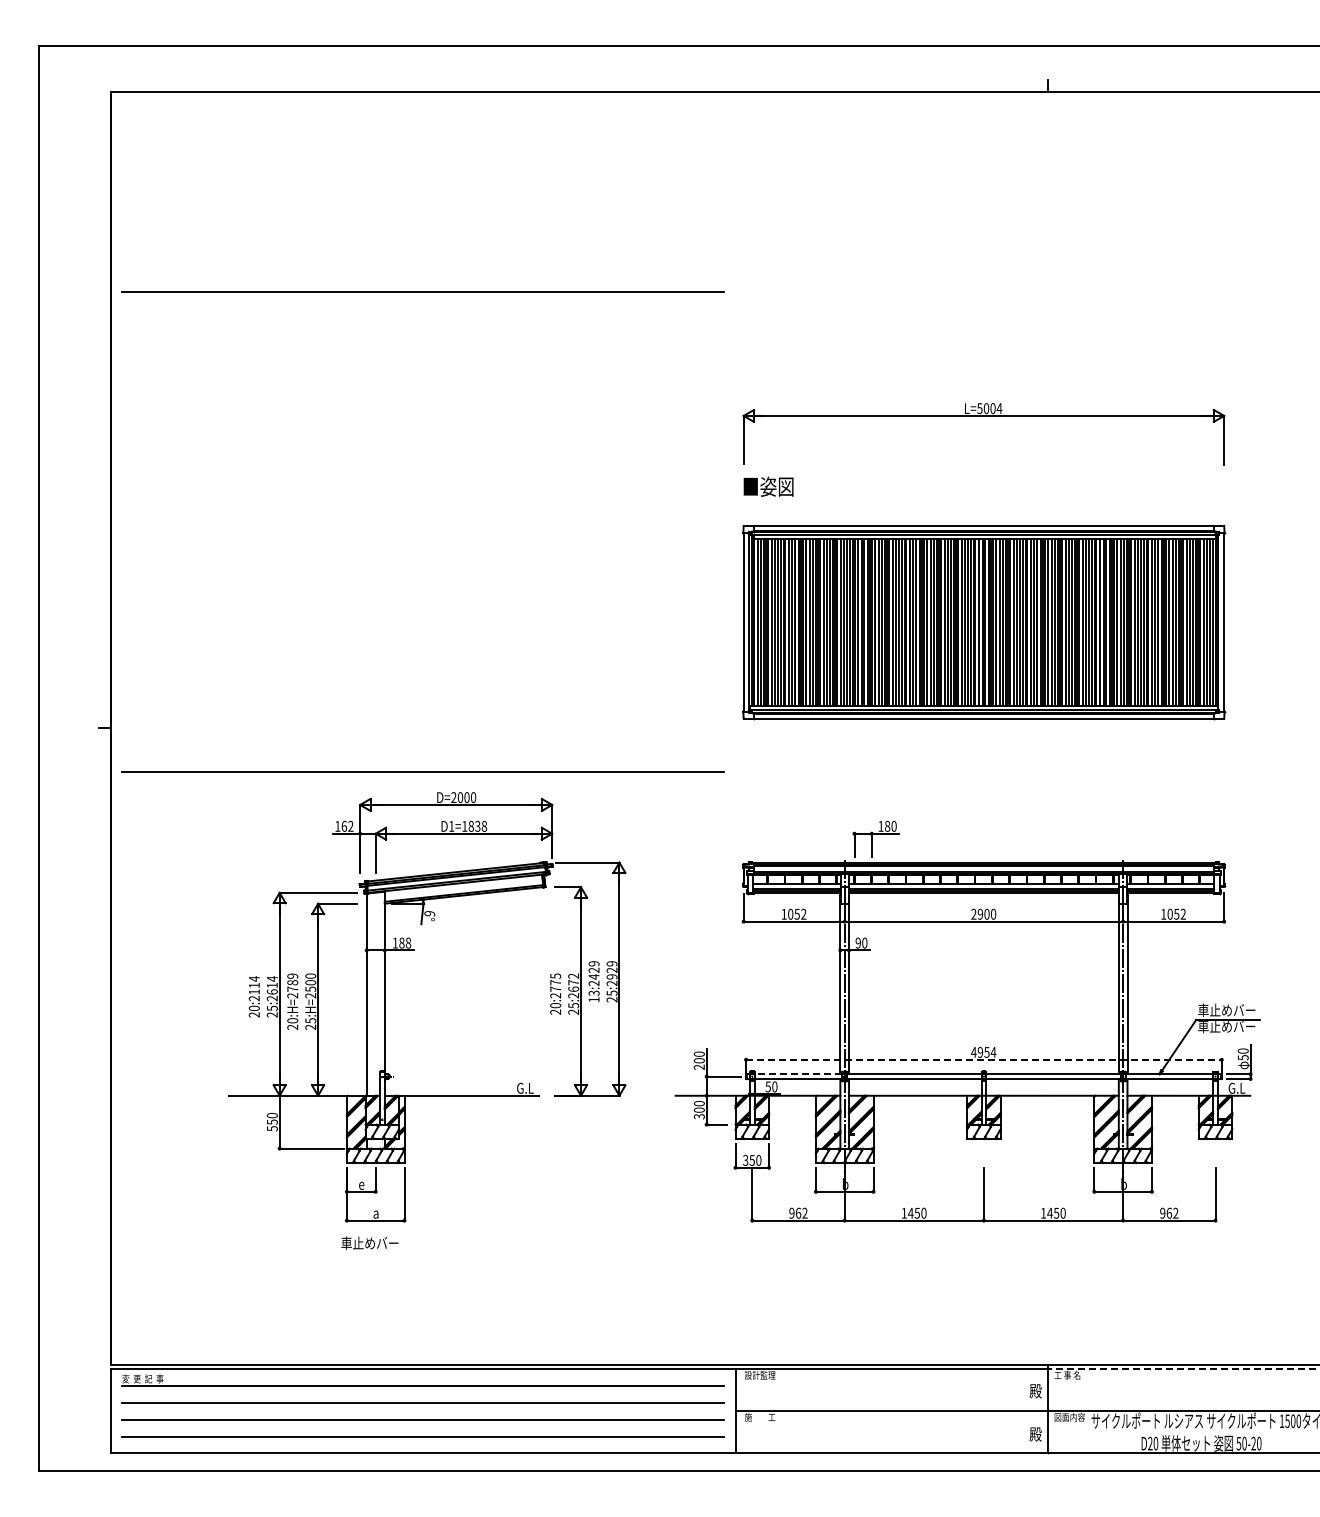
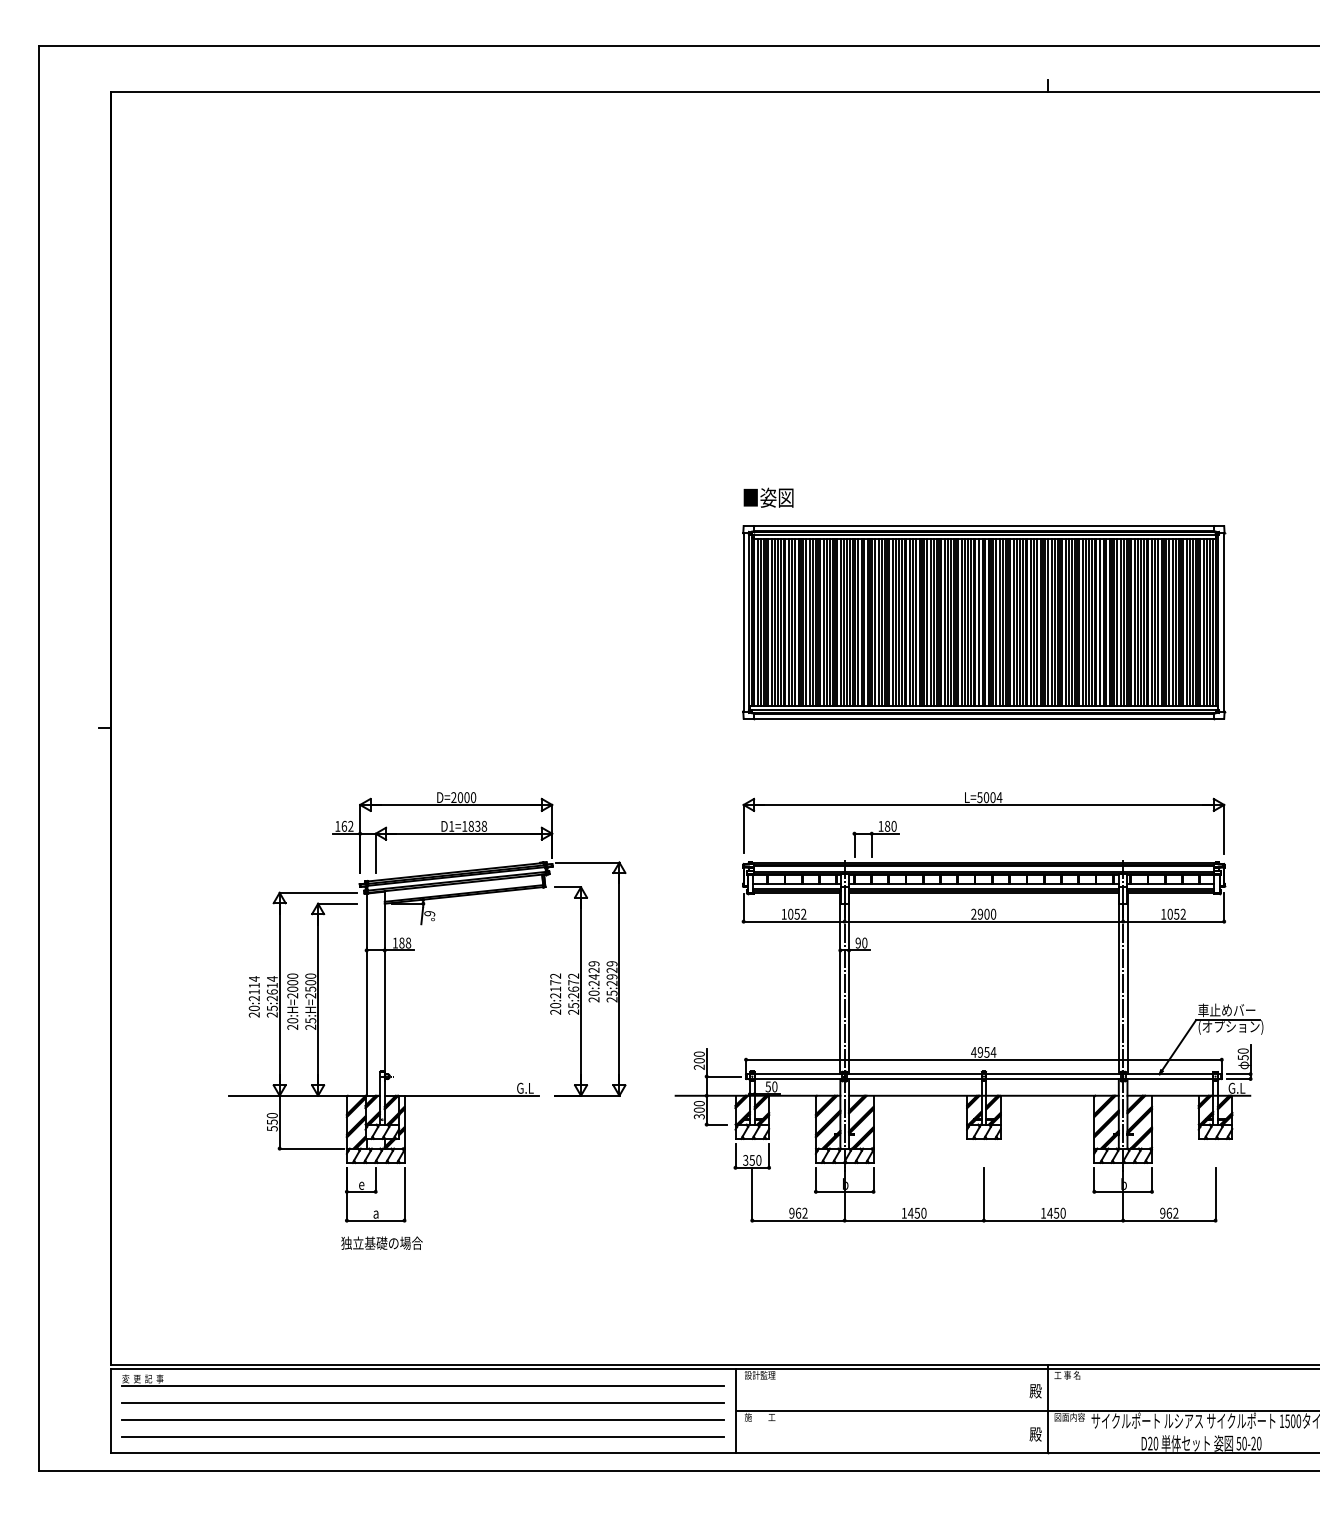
line at (422, 291): present -> none
part at (983, 416) position: (983, 416) -> (983, 805)
text at (768, 486) position: (768, 486) -> (768, 497)
line at (422, 771): present -> none
text at (292, 982): 20:H=2789 -> 20:H=2000
text at (555, 982): 20:2775 -> 20:2172
text at (593, 996): 13:2429 -> 20:2429
text at (1230, 1027): 車止めバー -> (オプション)
line at (983, 1059): dashed -> solid
line at (798, 1074): dashed -> solid
text at (381, 1242): 車止めバー -> 独立基礎の場合
line at (1183, 1369): dashed -> solid
